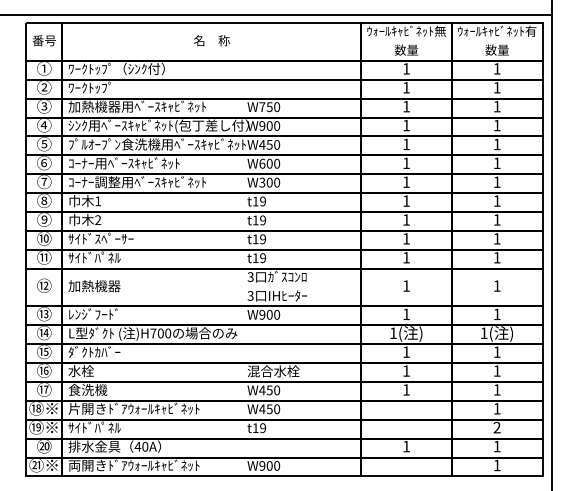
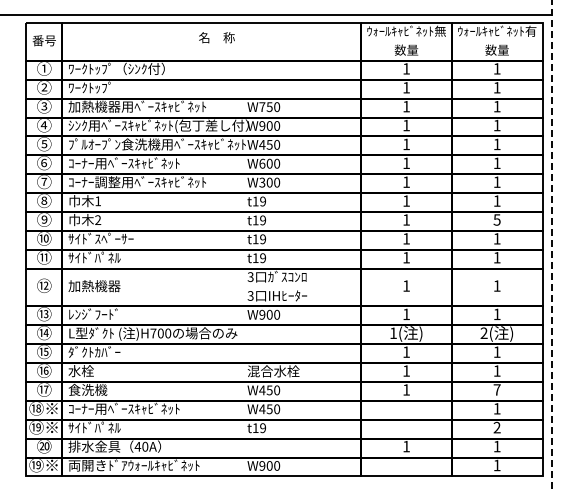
text at (211, 40) position: (211, 40) -> (216, 37)
text at (496, 219): 1 -> 5
line at (551, 245): solid -> dashed
text at (483, 332): 1( -> 2(
text at (496, 389): 1 -> 7
text at (133, 408): 片開きﾄﾞｱｳｫｰﾙｷｬﾋﾞﾈｯﾄ -> ｺｰﾅｰ用ﾍﾞｰｽｷｬﾋﾞﾈｯﾄ
text at (36, 465): ㉑※ -> ⑲※
